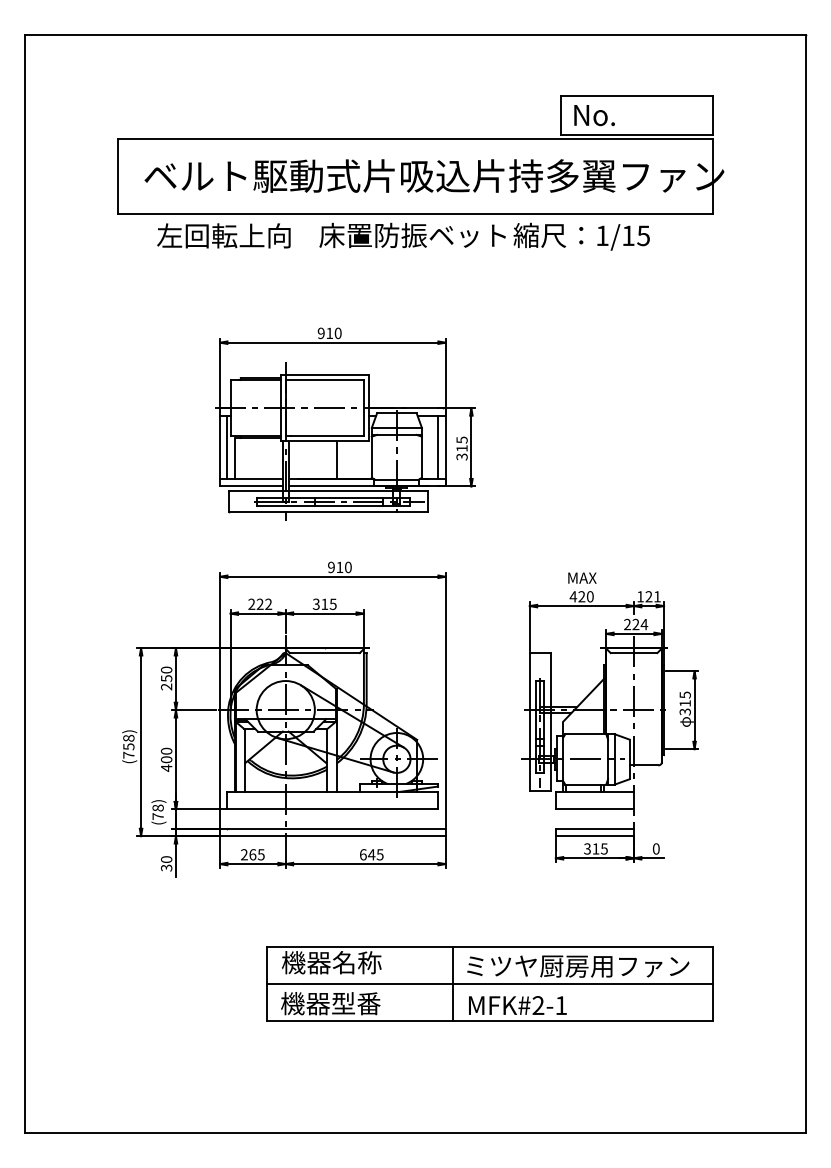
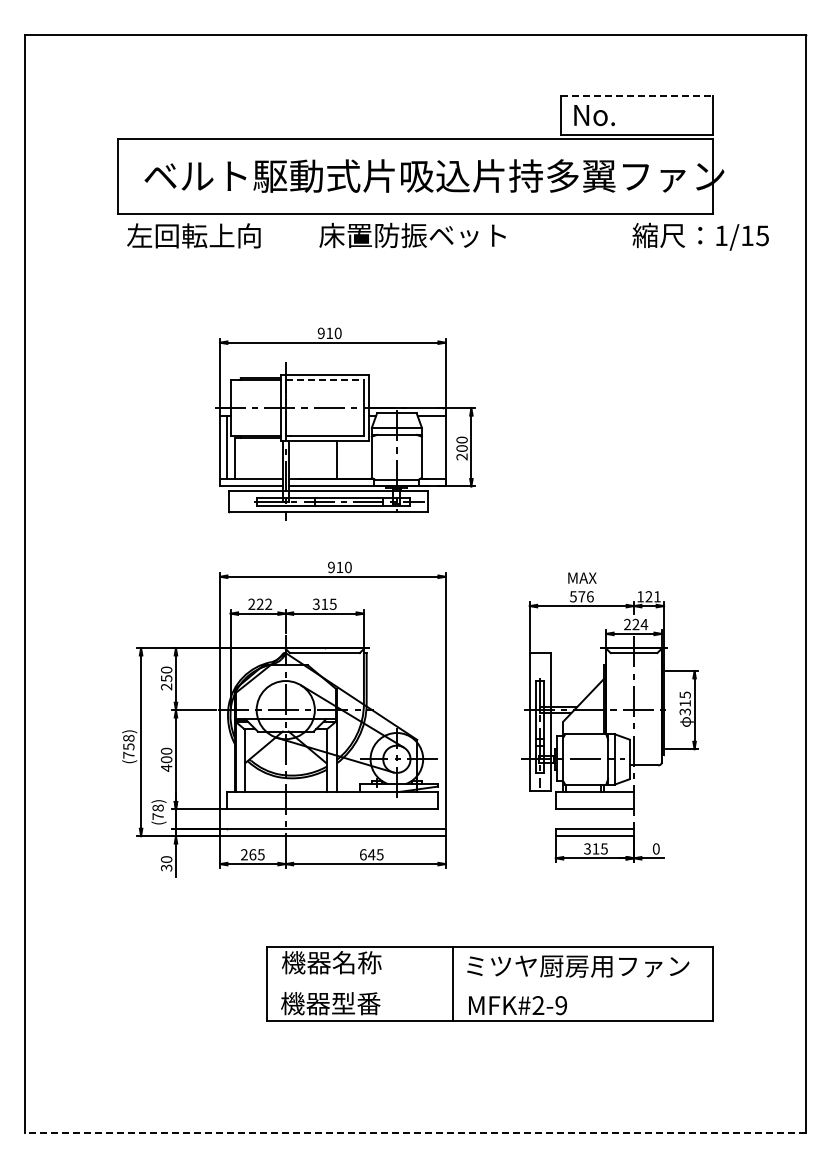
line at (637, 95): solid -> dashed
text at (223, 235) position: (223, 235) -> (193, 235)
text at (581, 236) position: (581, 236) -> (700, 236)
line at (325, 380): solid -> dashed
line at (438, 446): present -> none
text at (461, 448): 315 -> 200
text at (581, 596): 420 -> 576
line at (489, 984): present -> none
text at (560, 1005): MFK#2-1 -> MFK#2-9
line at (415, 1132): solid -> dashed
